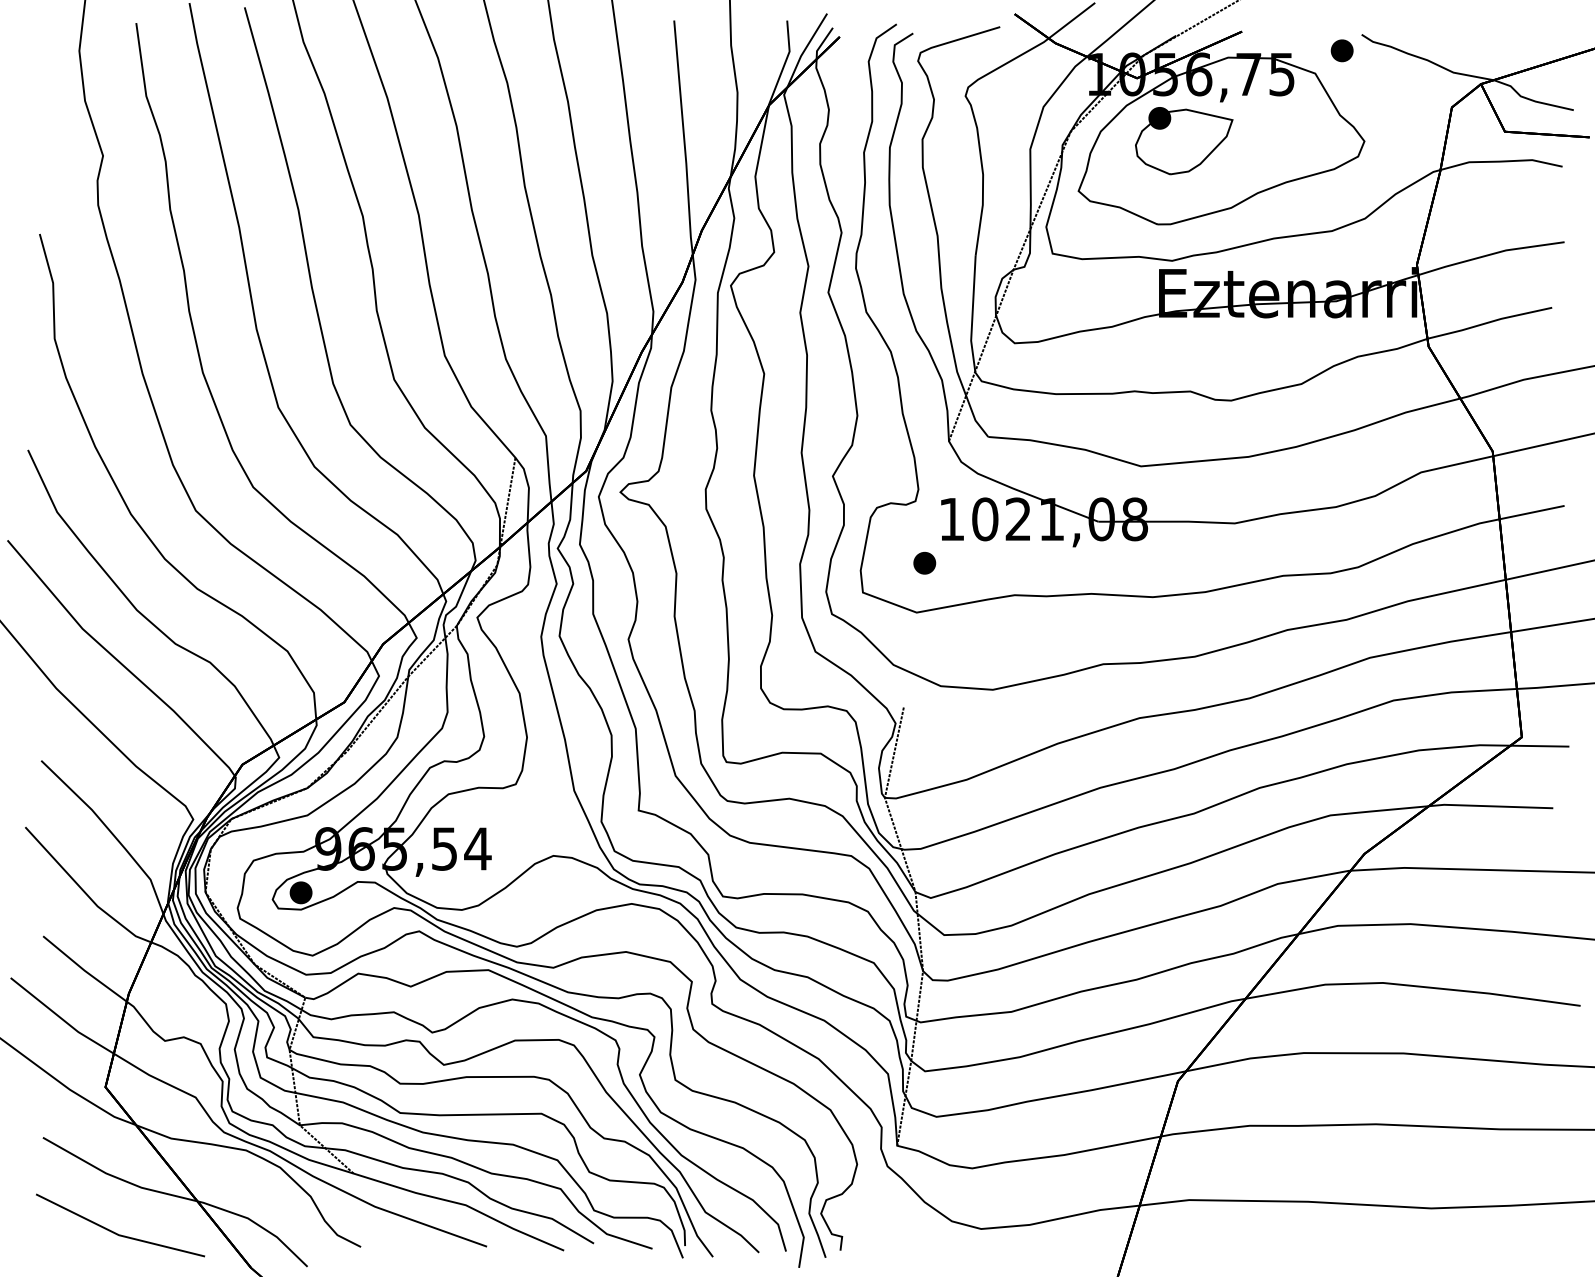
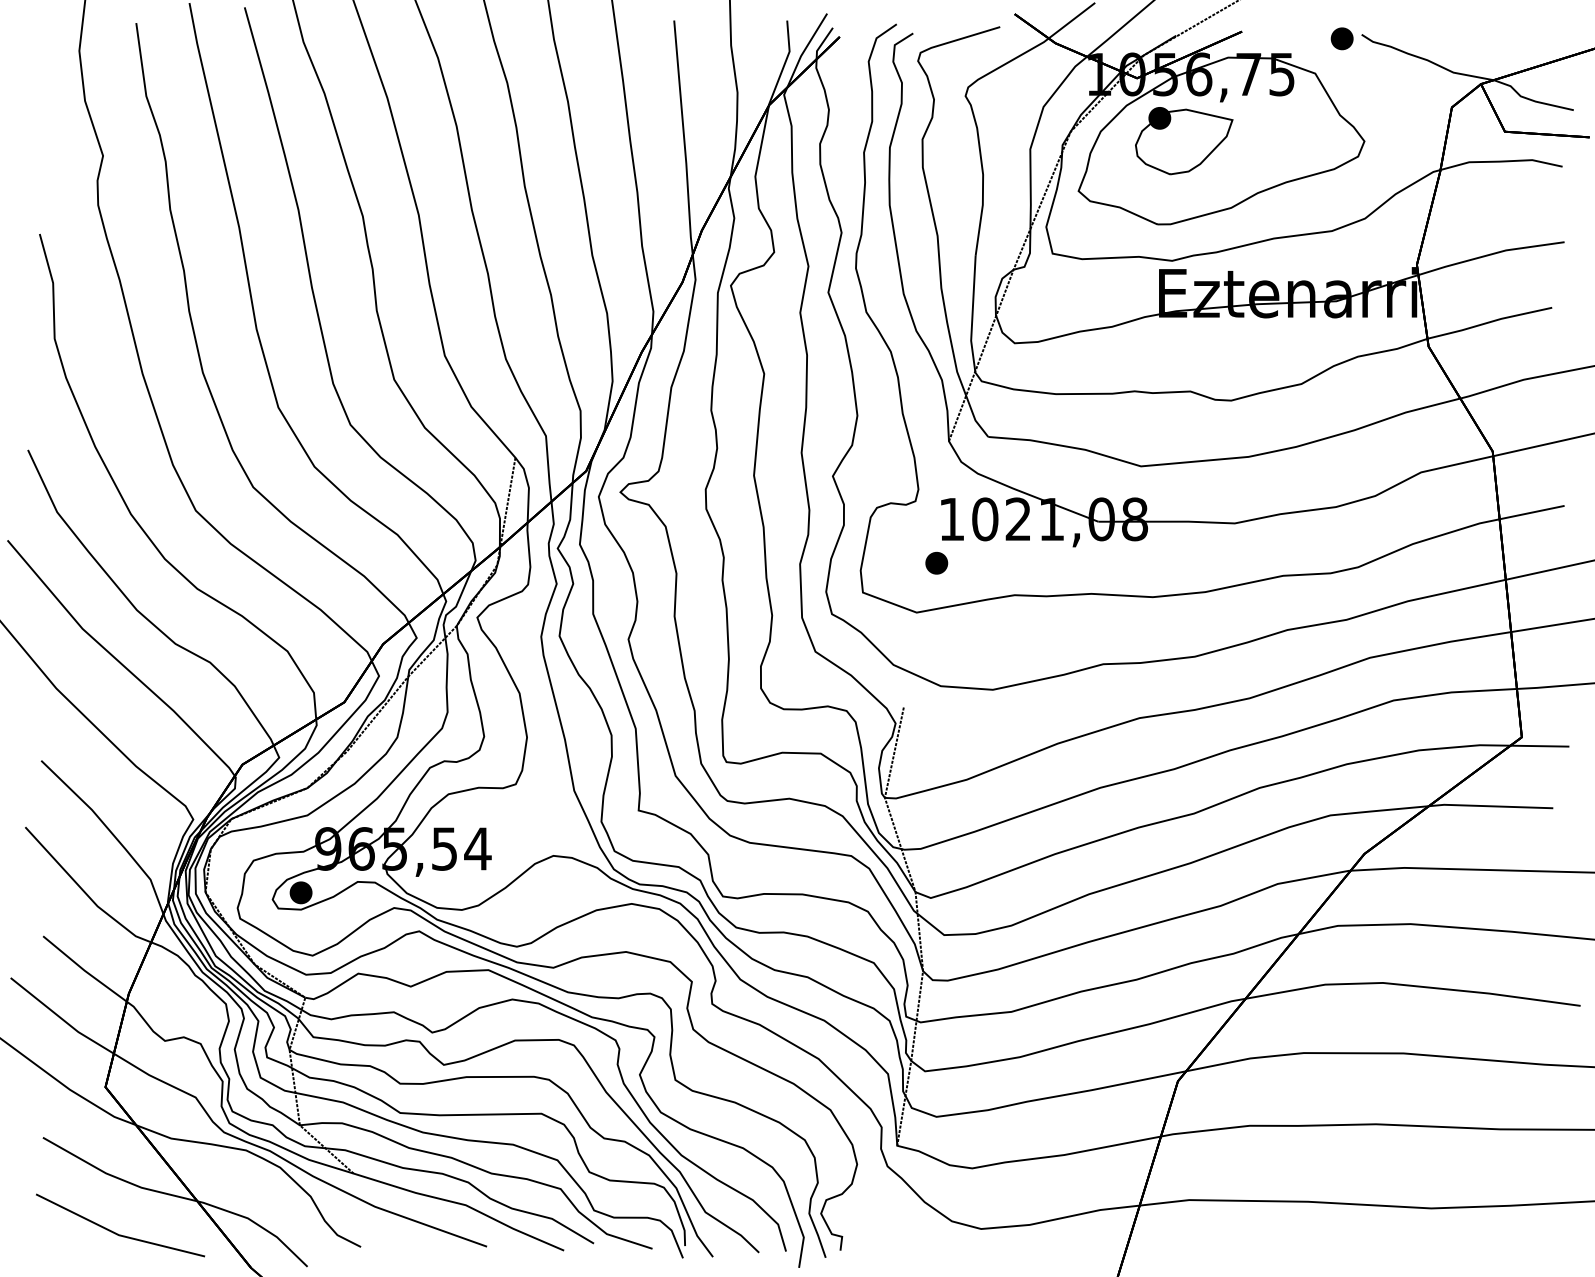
part at (1341, 50) position: (1341, 50) -> (1341, 38)
part at (924, 562) position: (924, 562) -> (936, 562)
